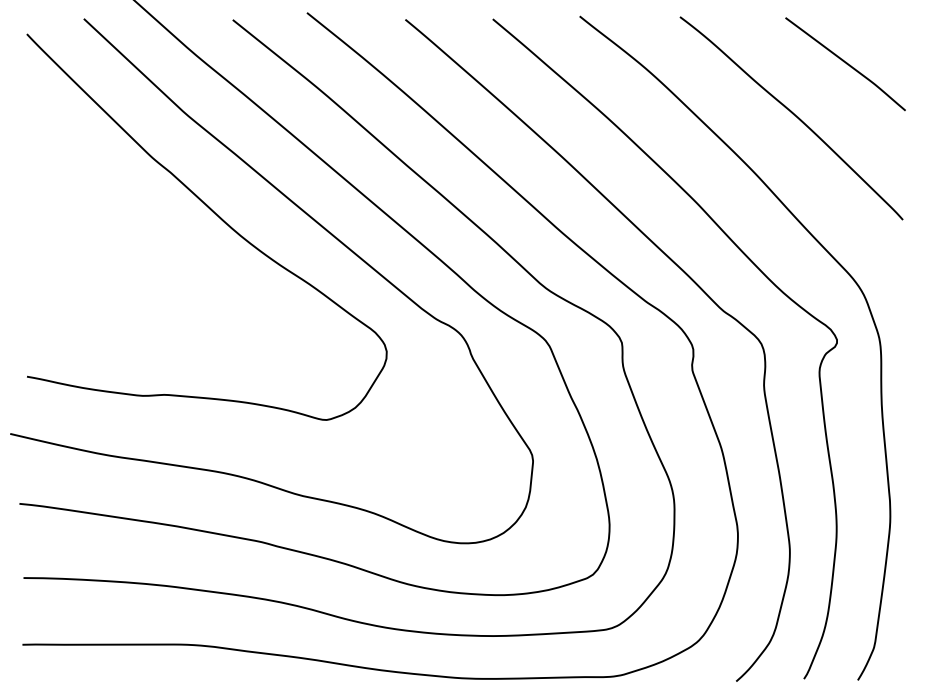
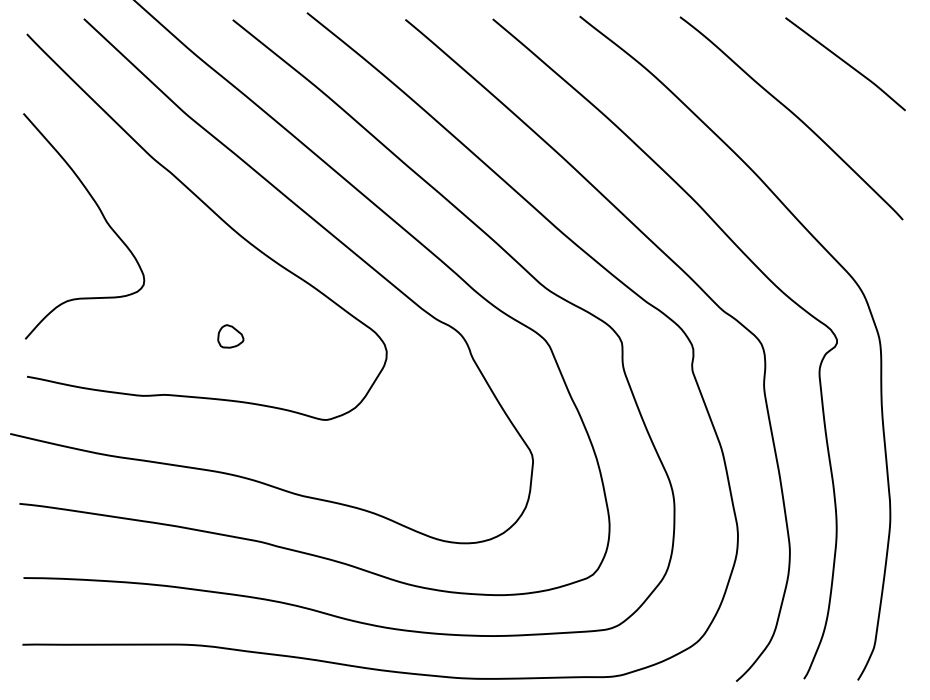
curve at (102, 216): none -> present
part at (230, 336): none -> present
